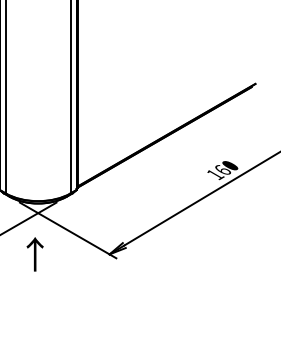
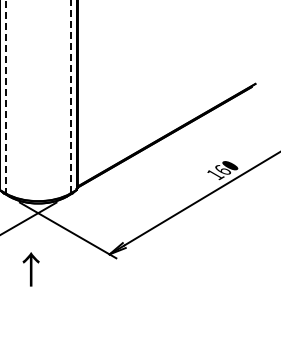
line at (70, 96): solid -> dashed
line at (5, 97): solid -> dashed
text at (34, 254) position: (34, 254) -> (30, 269)
